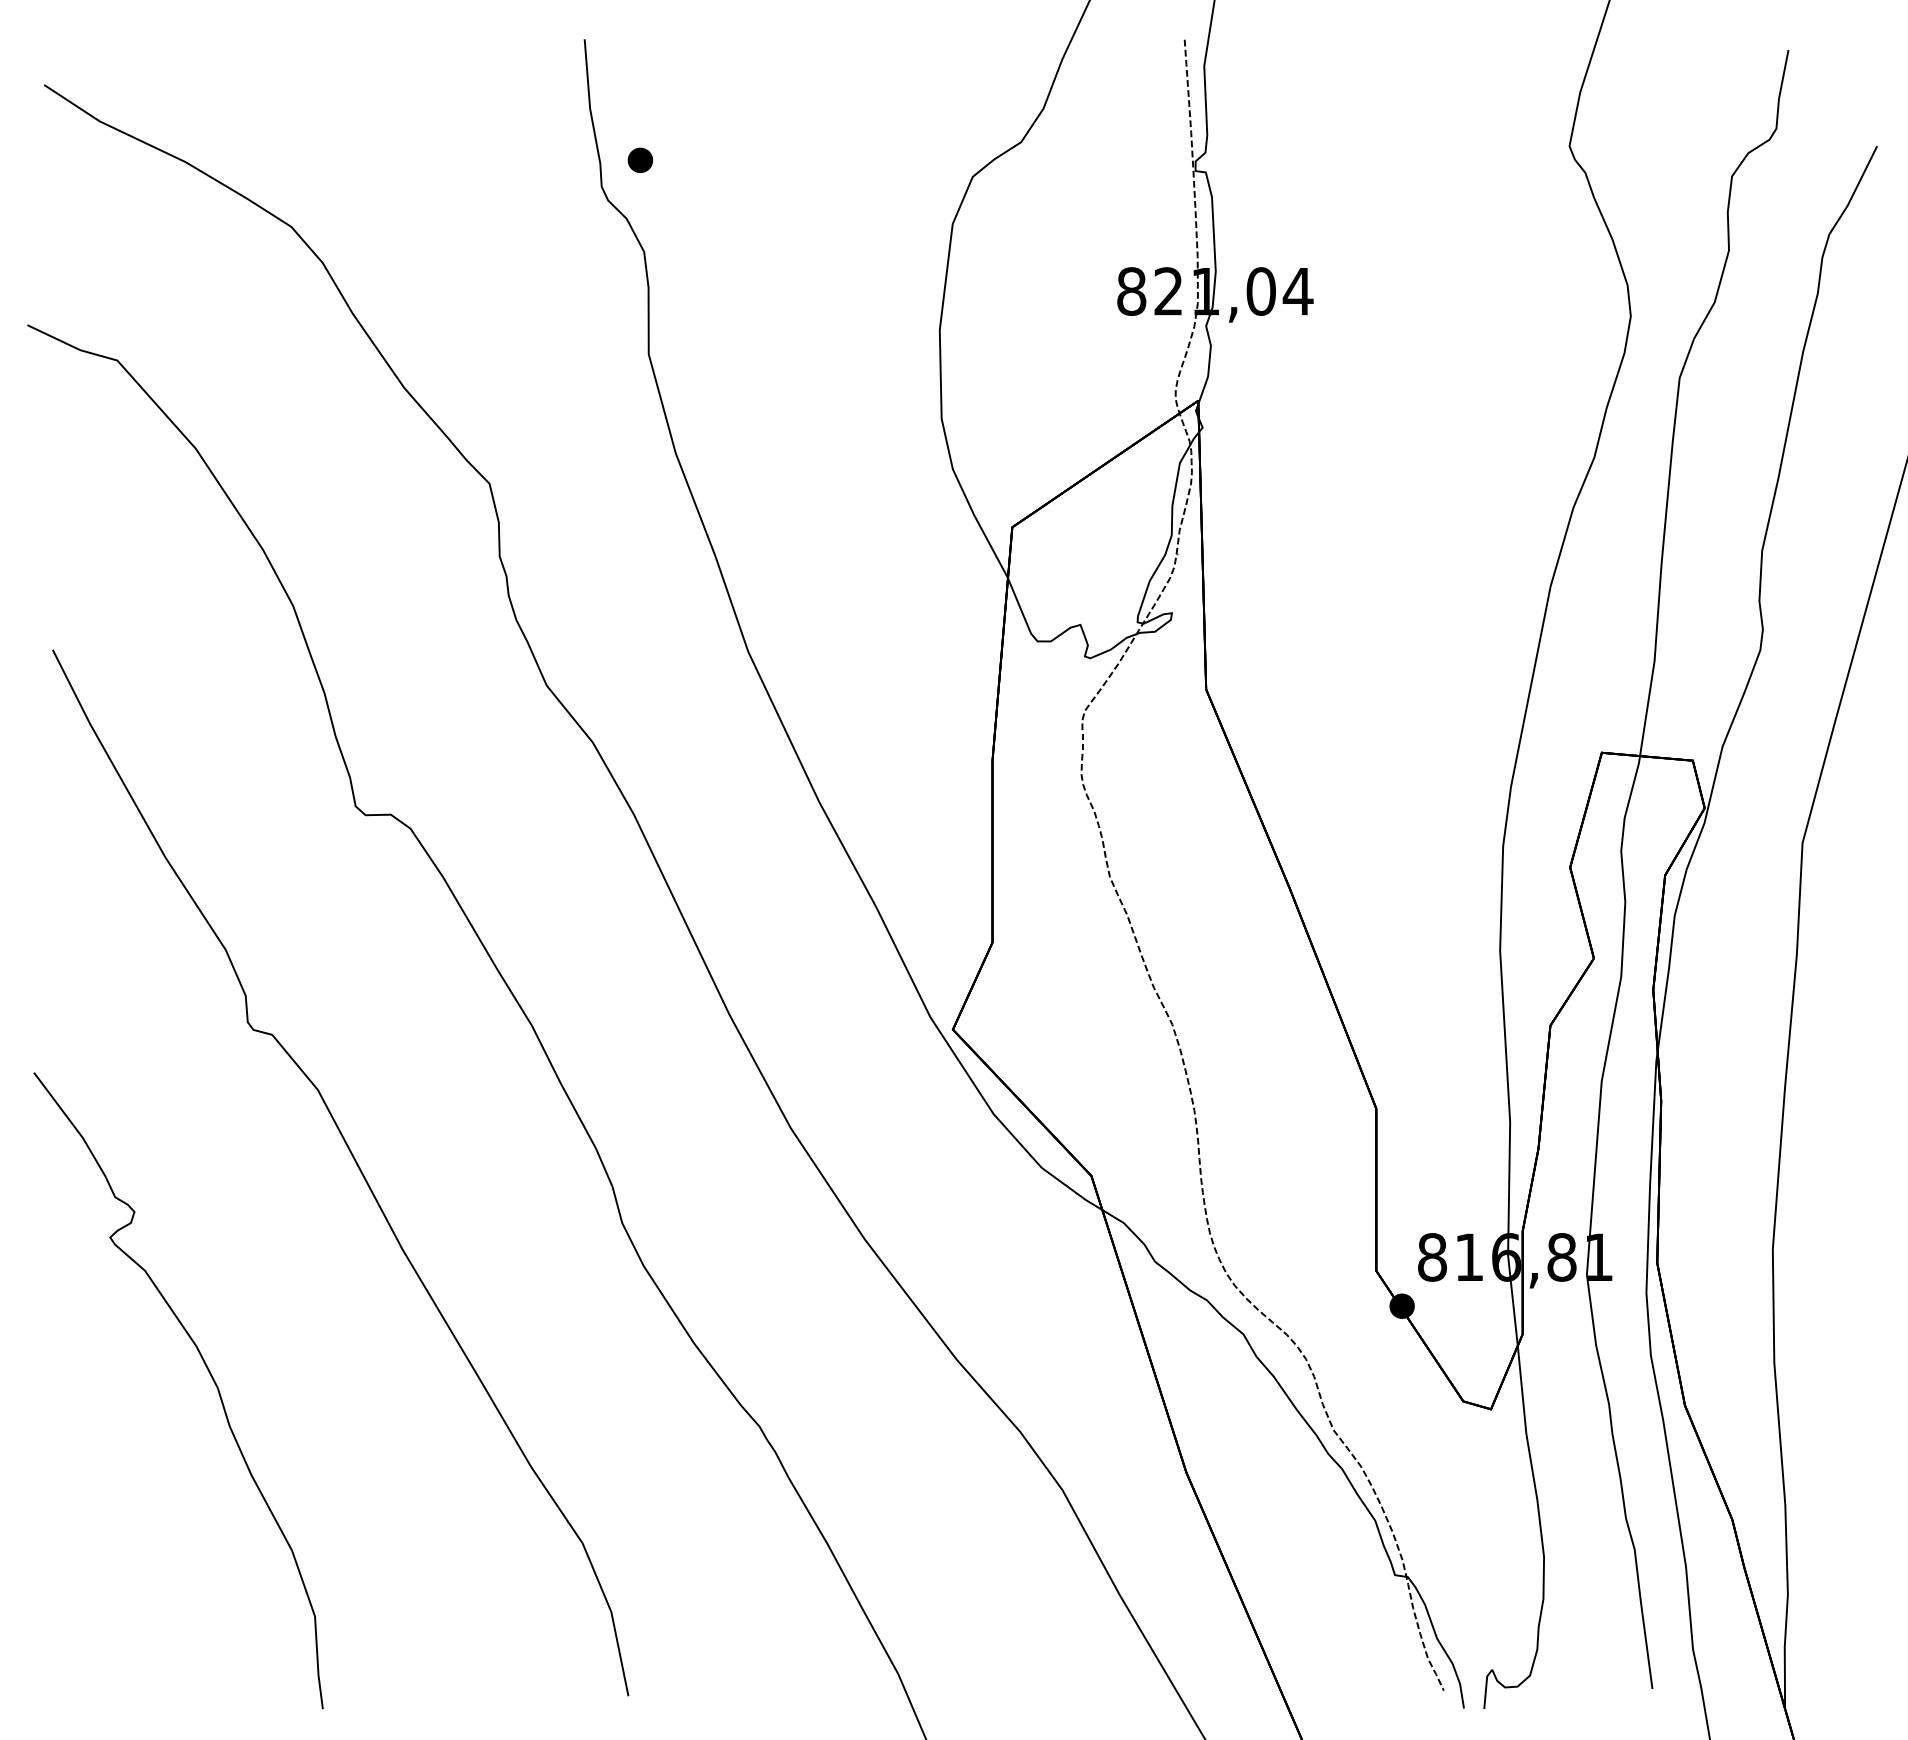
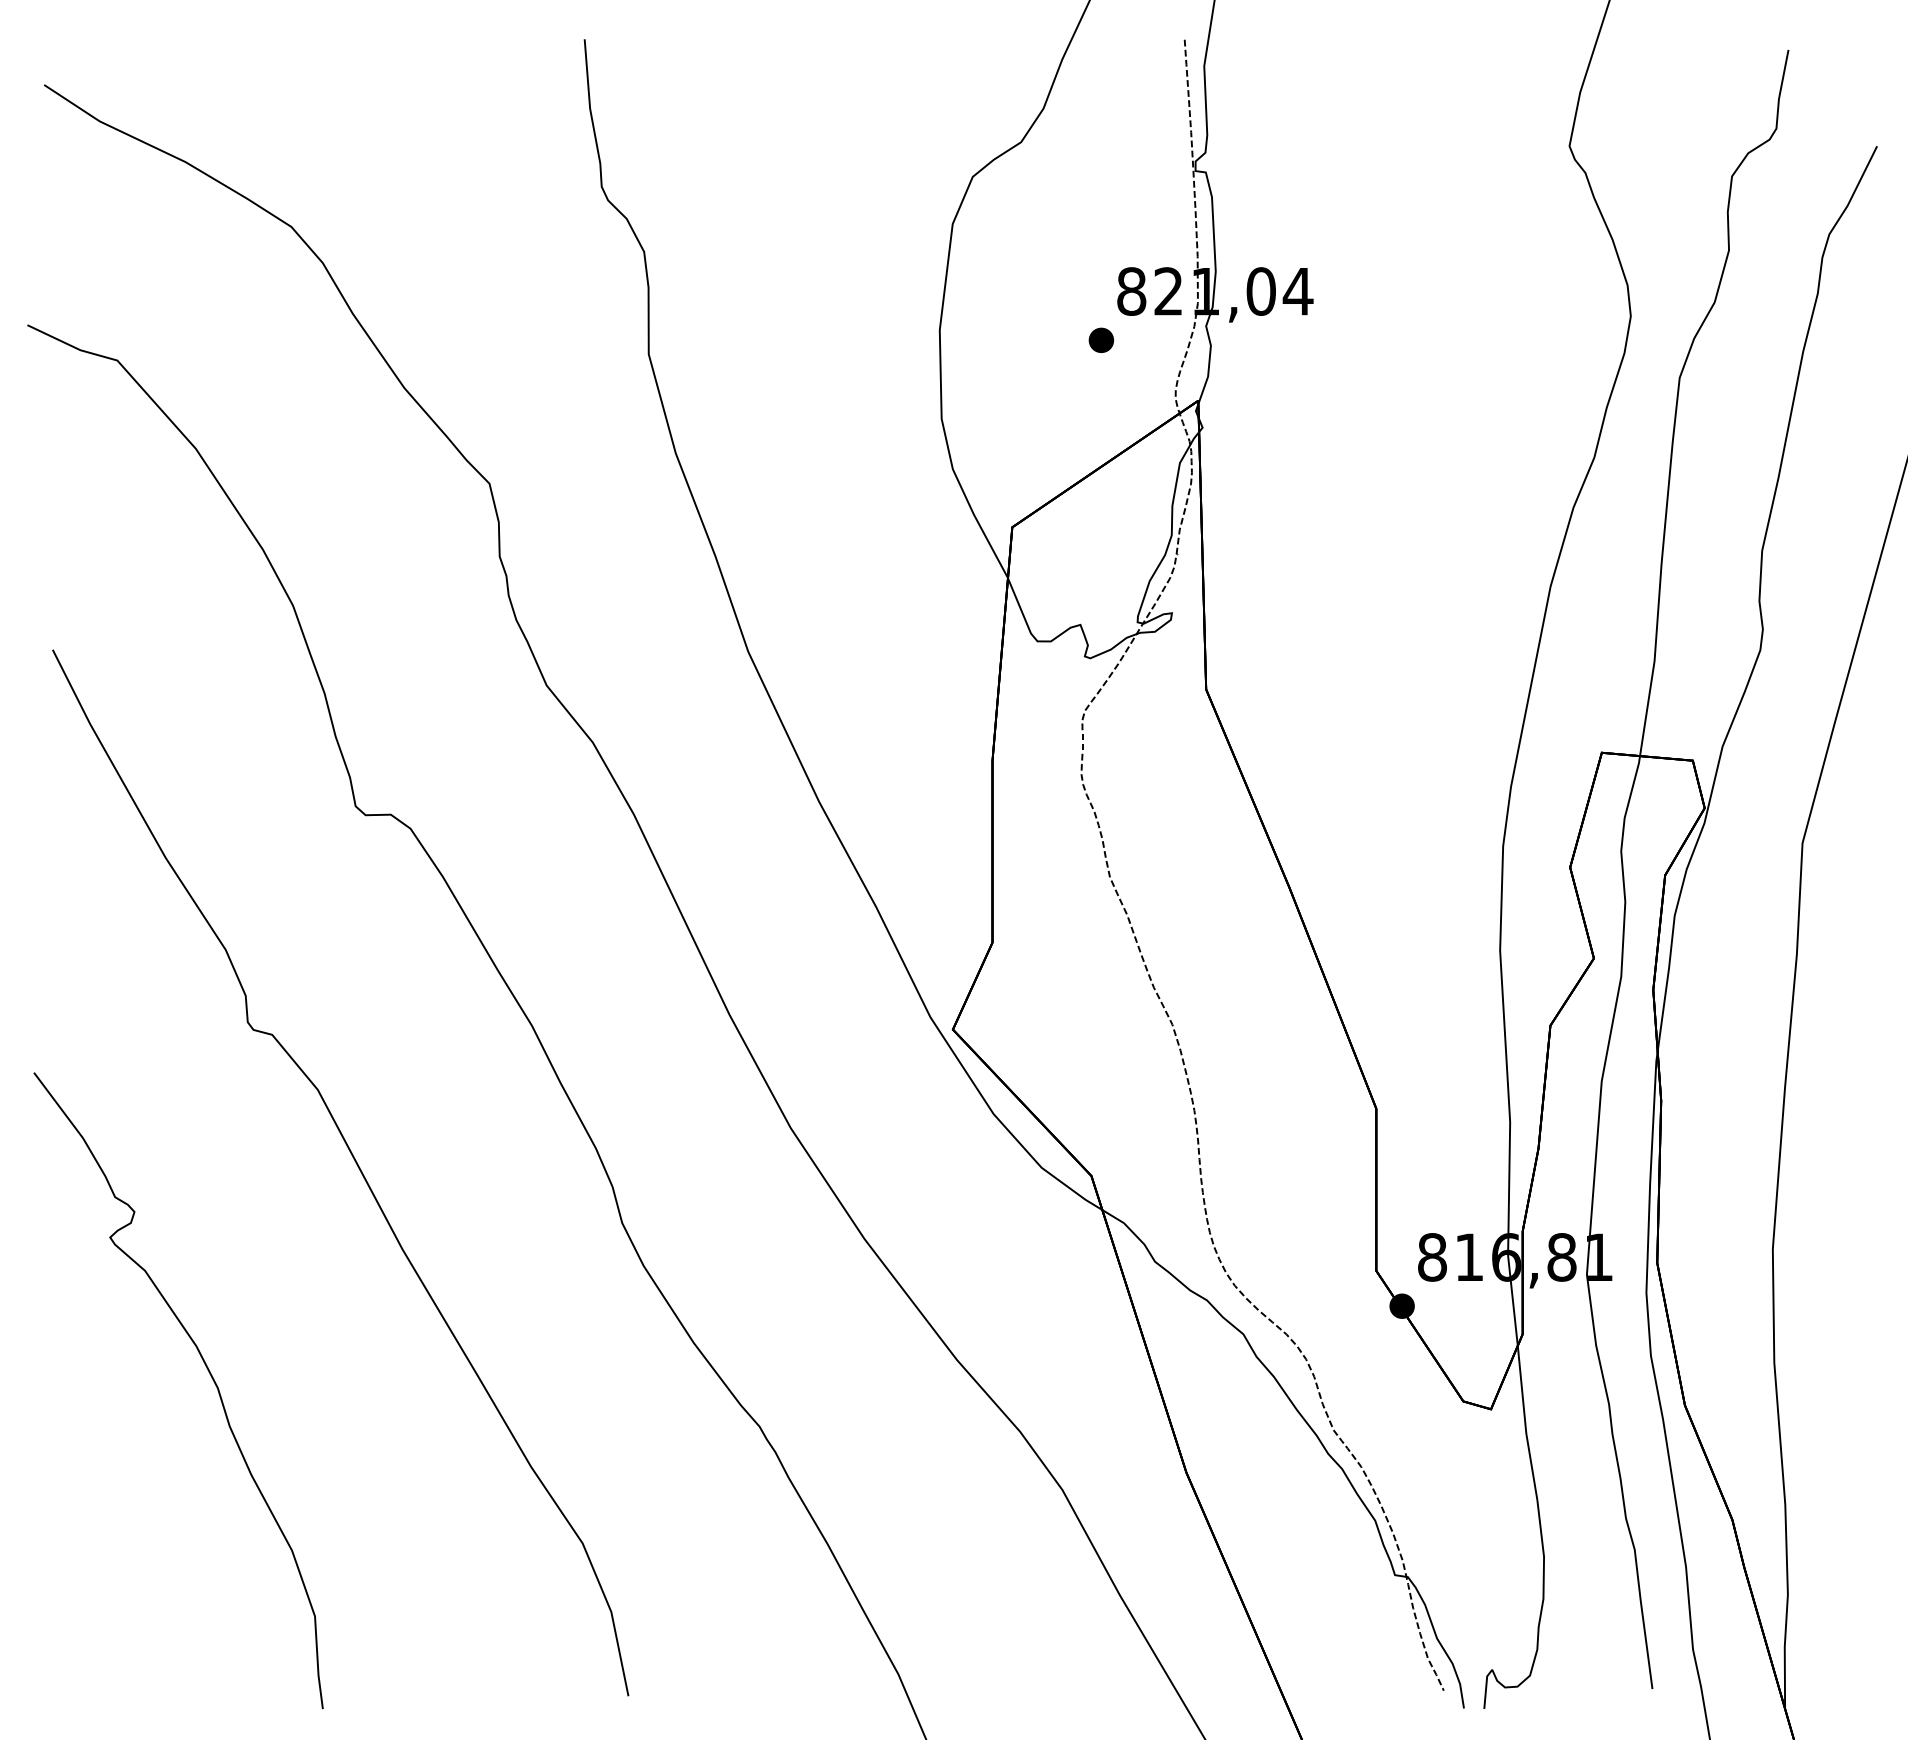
part at (640, 159) position: (640, 159) -> (1101, 339)
